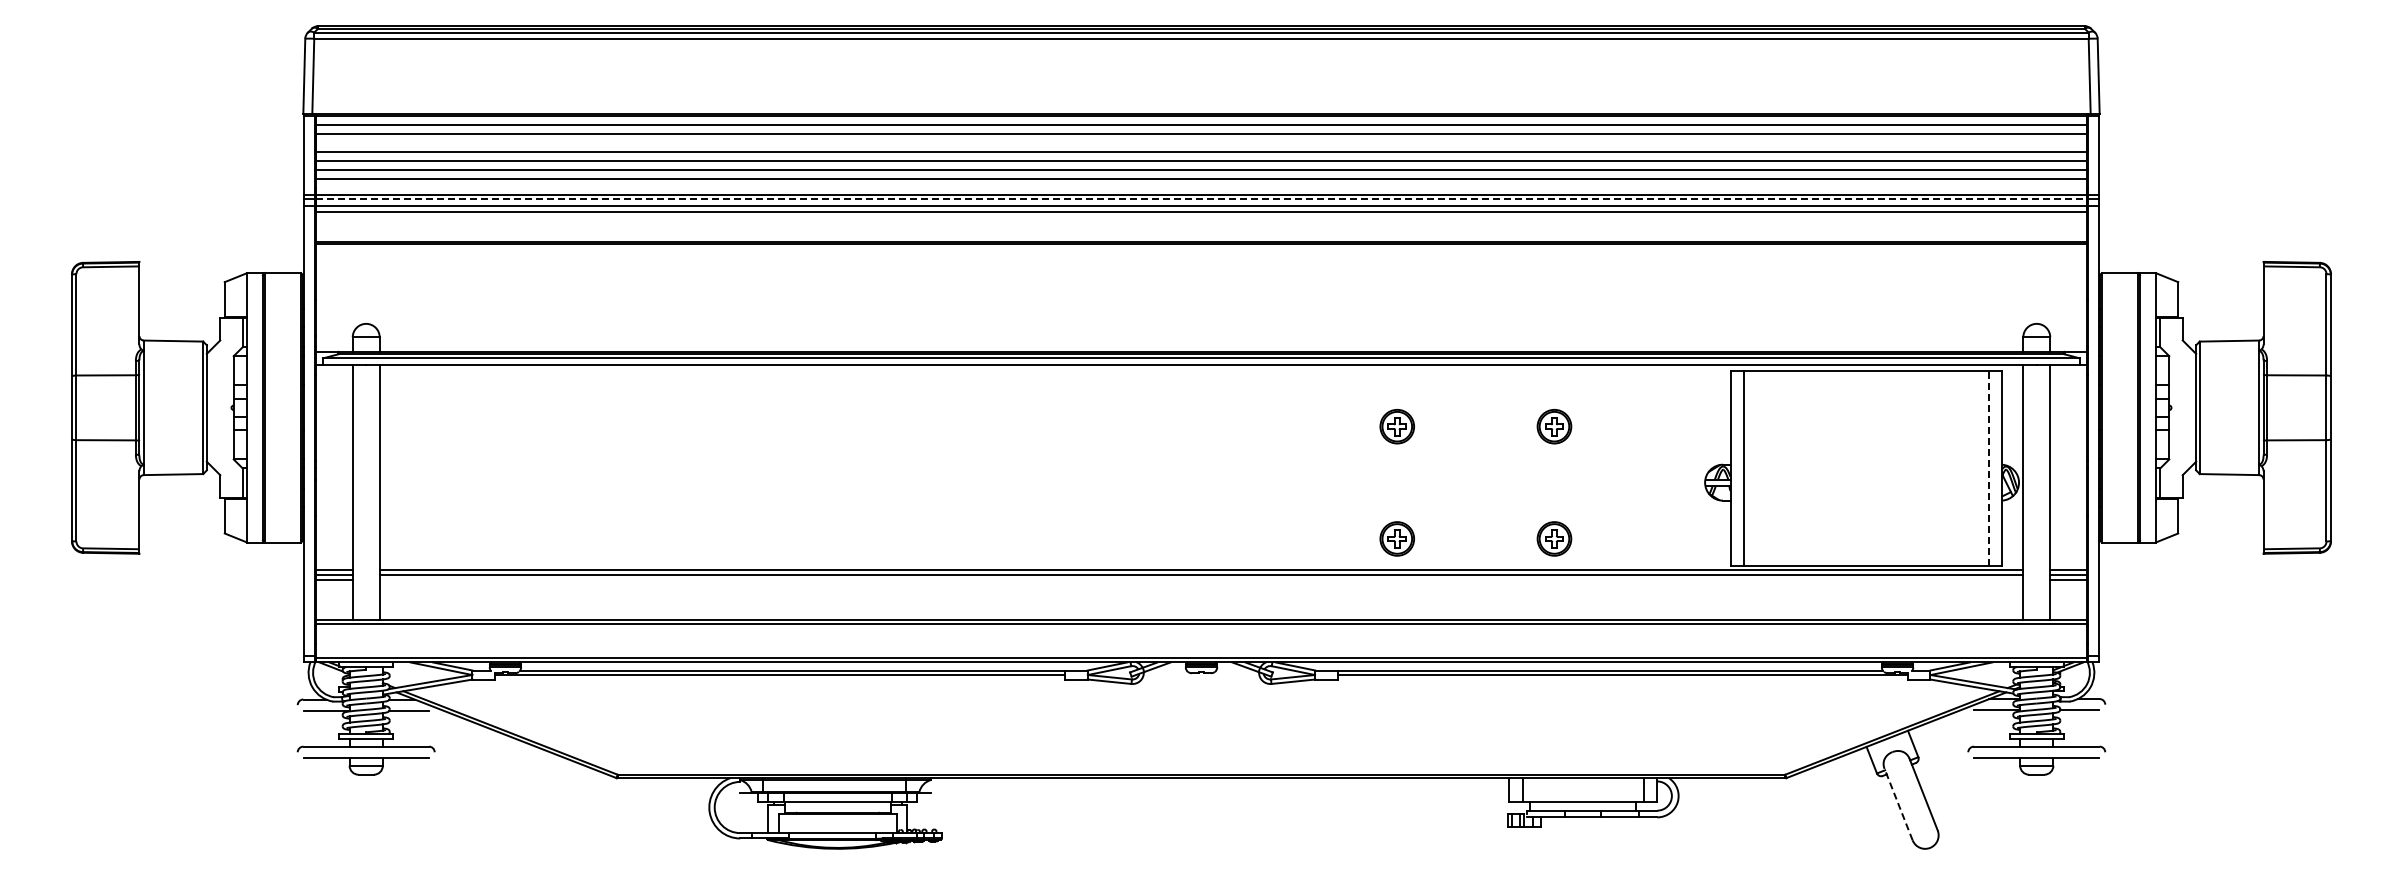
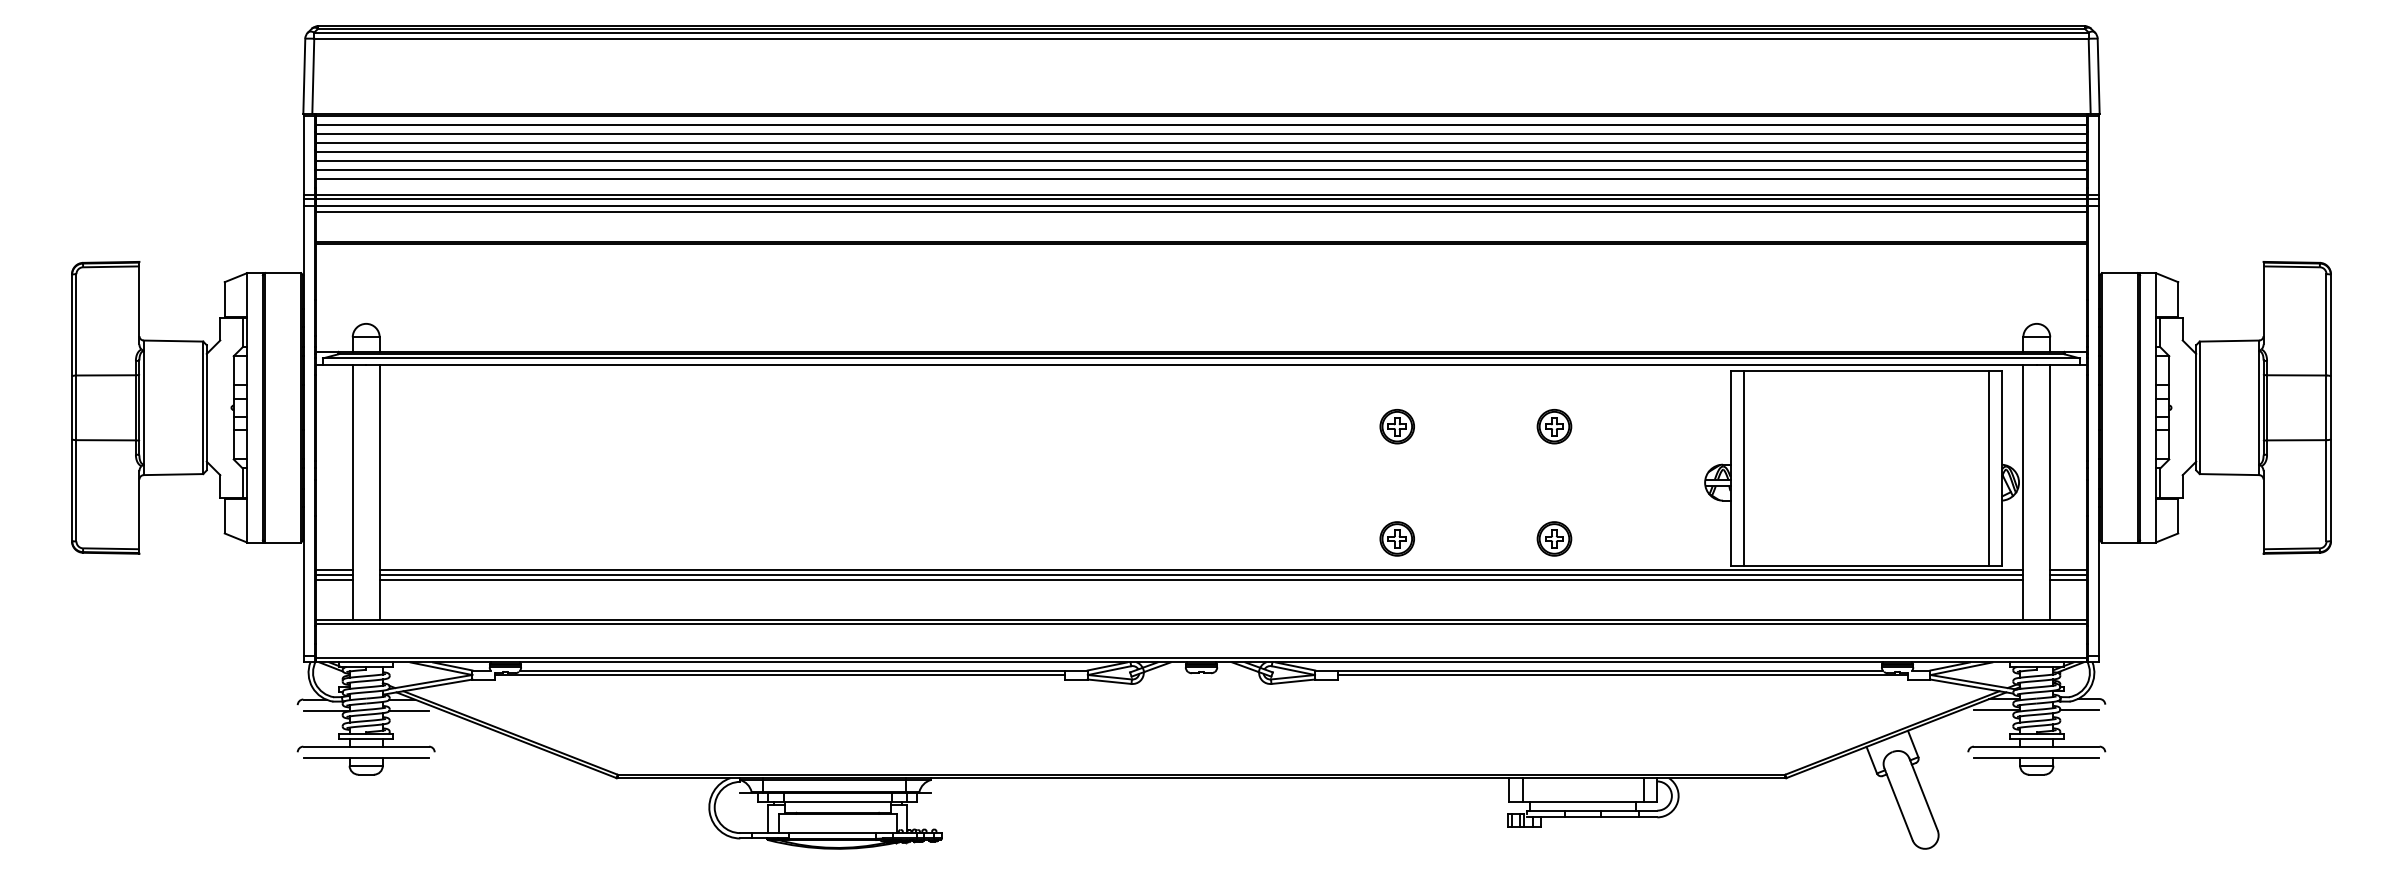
line at (1201, 143): none -> present
line at (1202, 199): dashed -> solid
line at (1988, 468): dashed -> solid
line at (1201, 579): none -> present
line at (1898, 804): dashed -> solid
